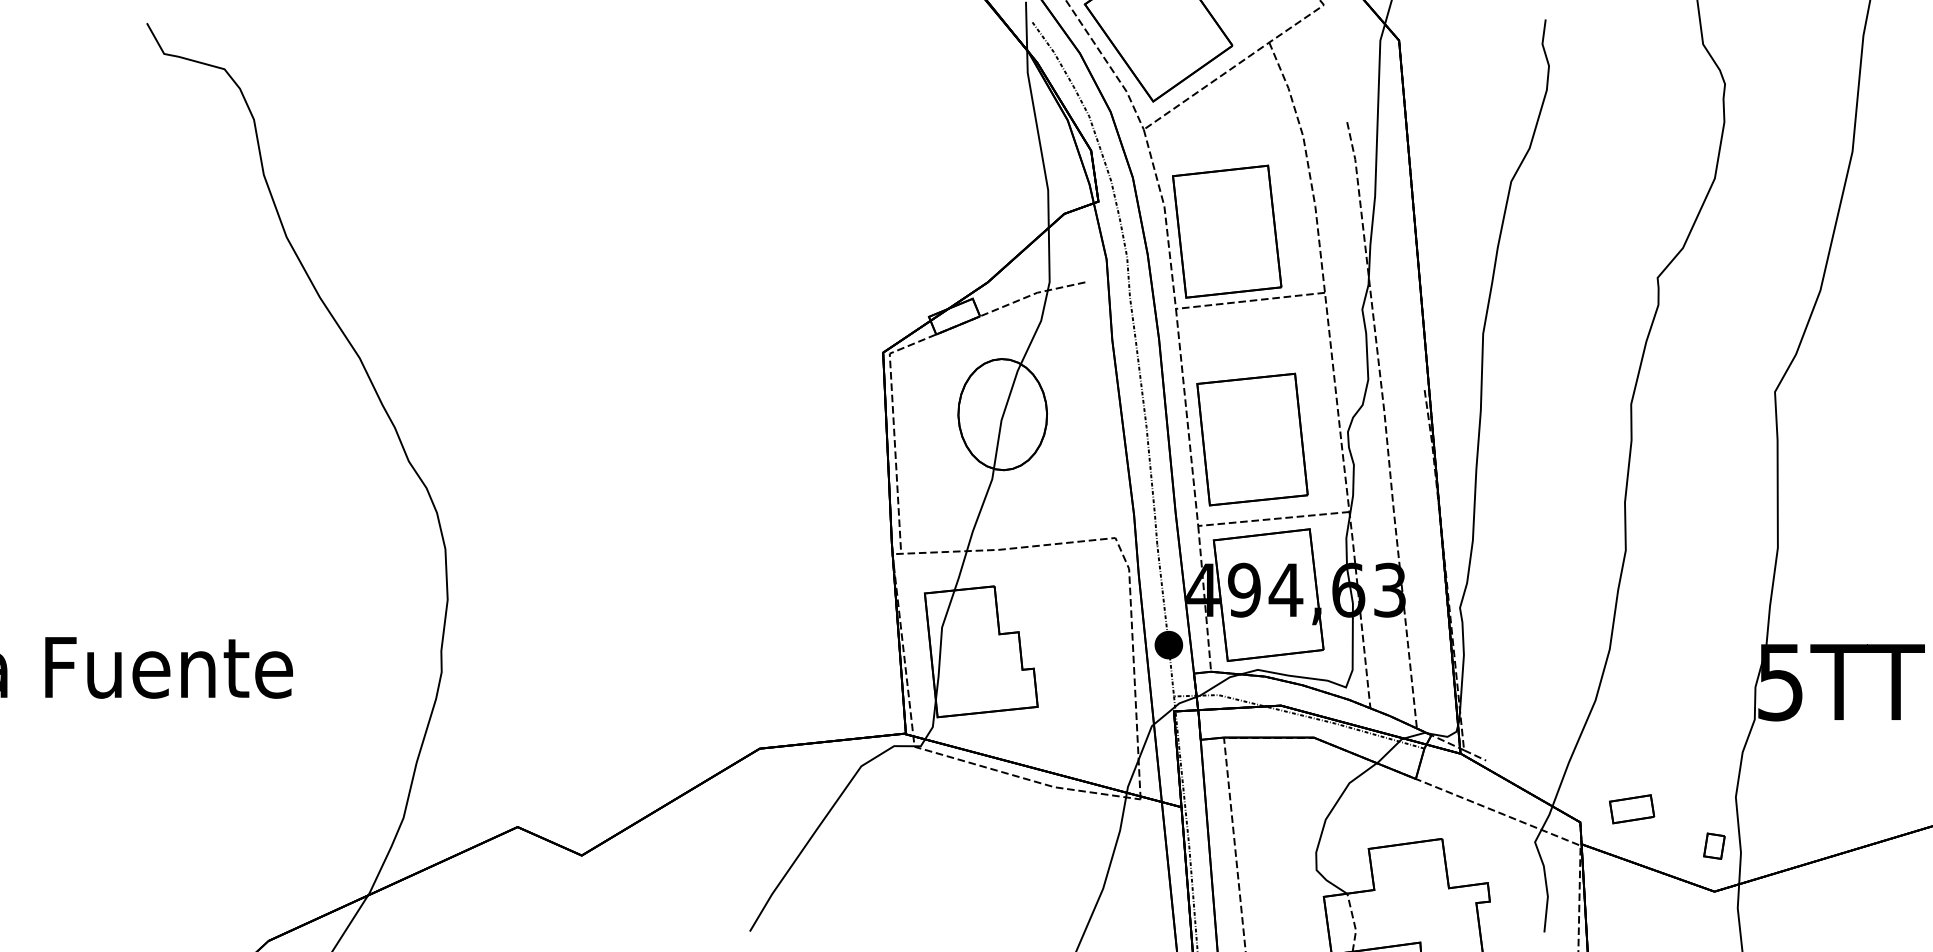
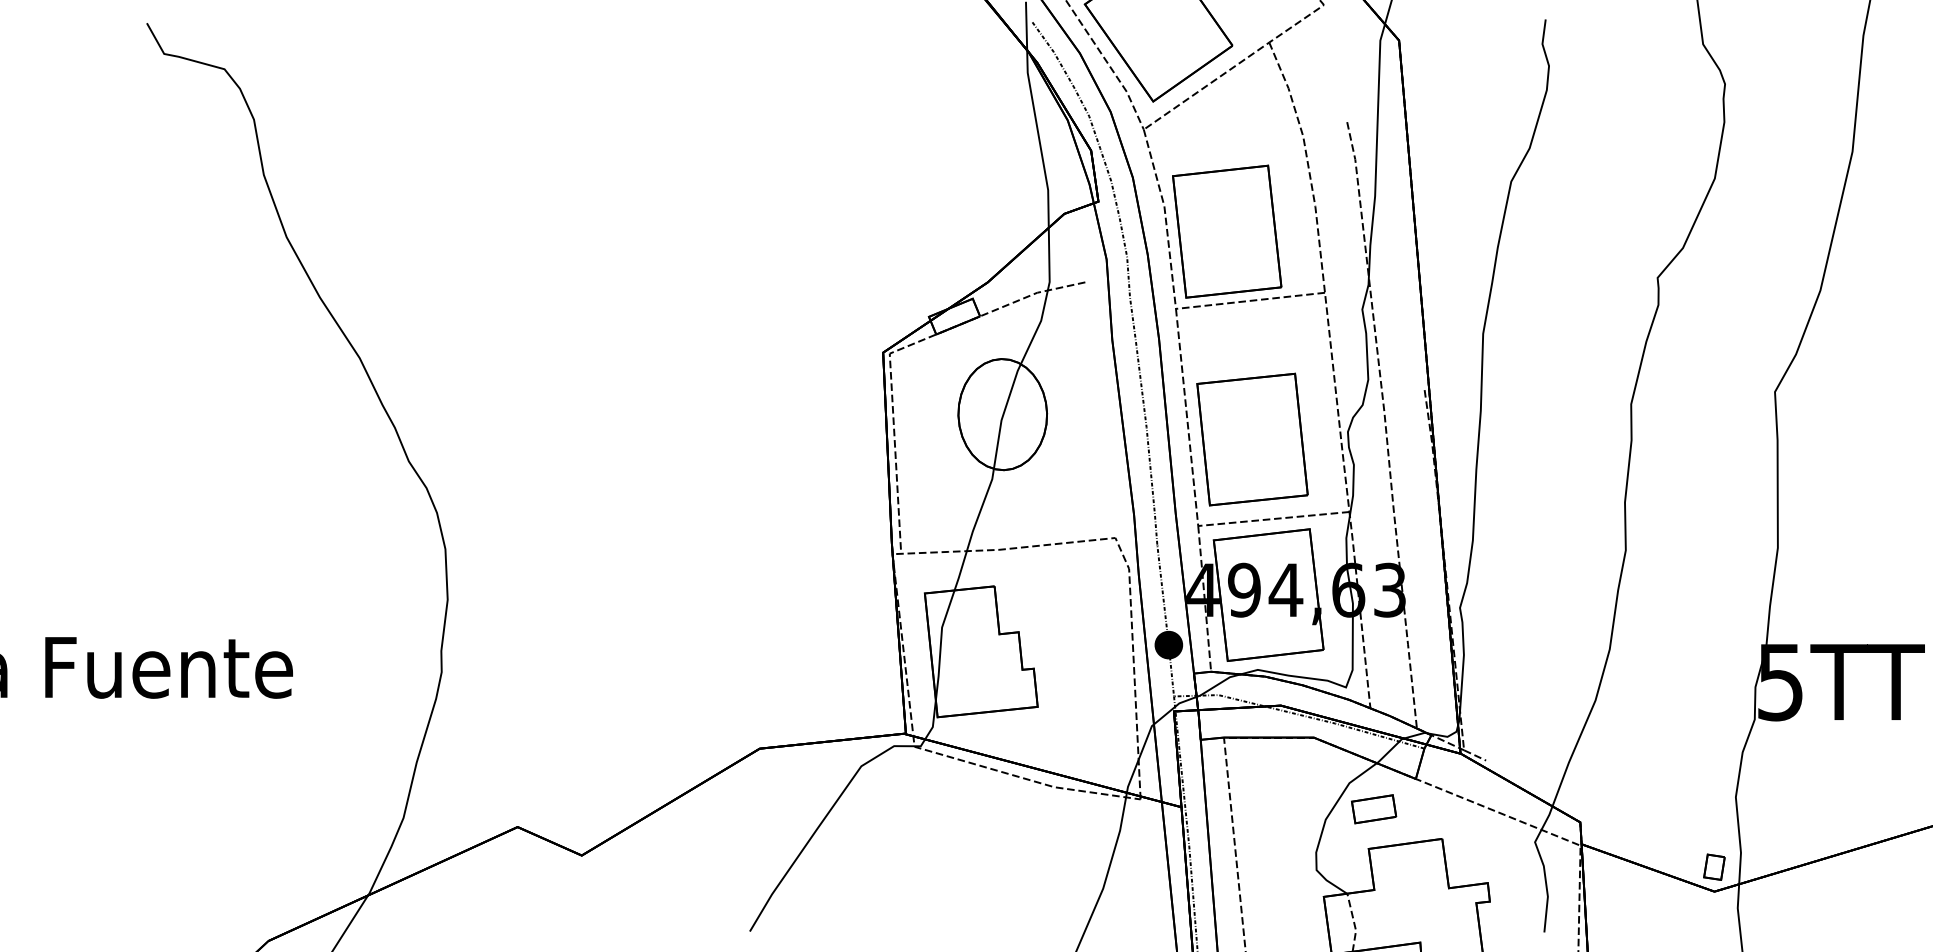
part at (1632, 809) position: (1632, 809) -> (1374, 809)
part at (1714, 845) position: (1714, 845) -> (1714, 866)
